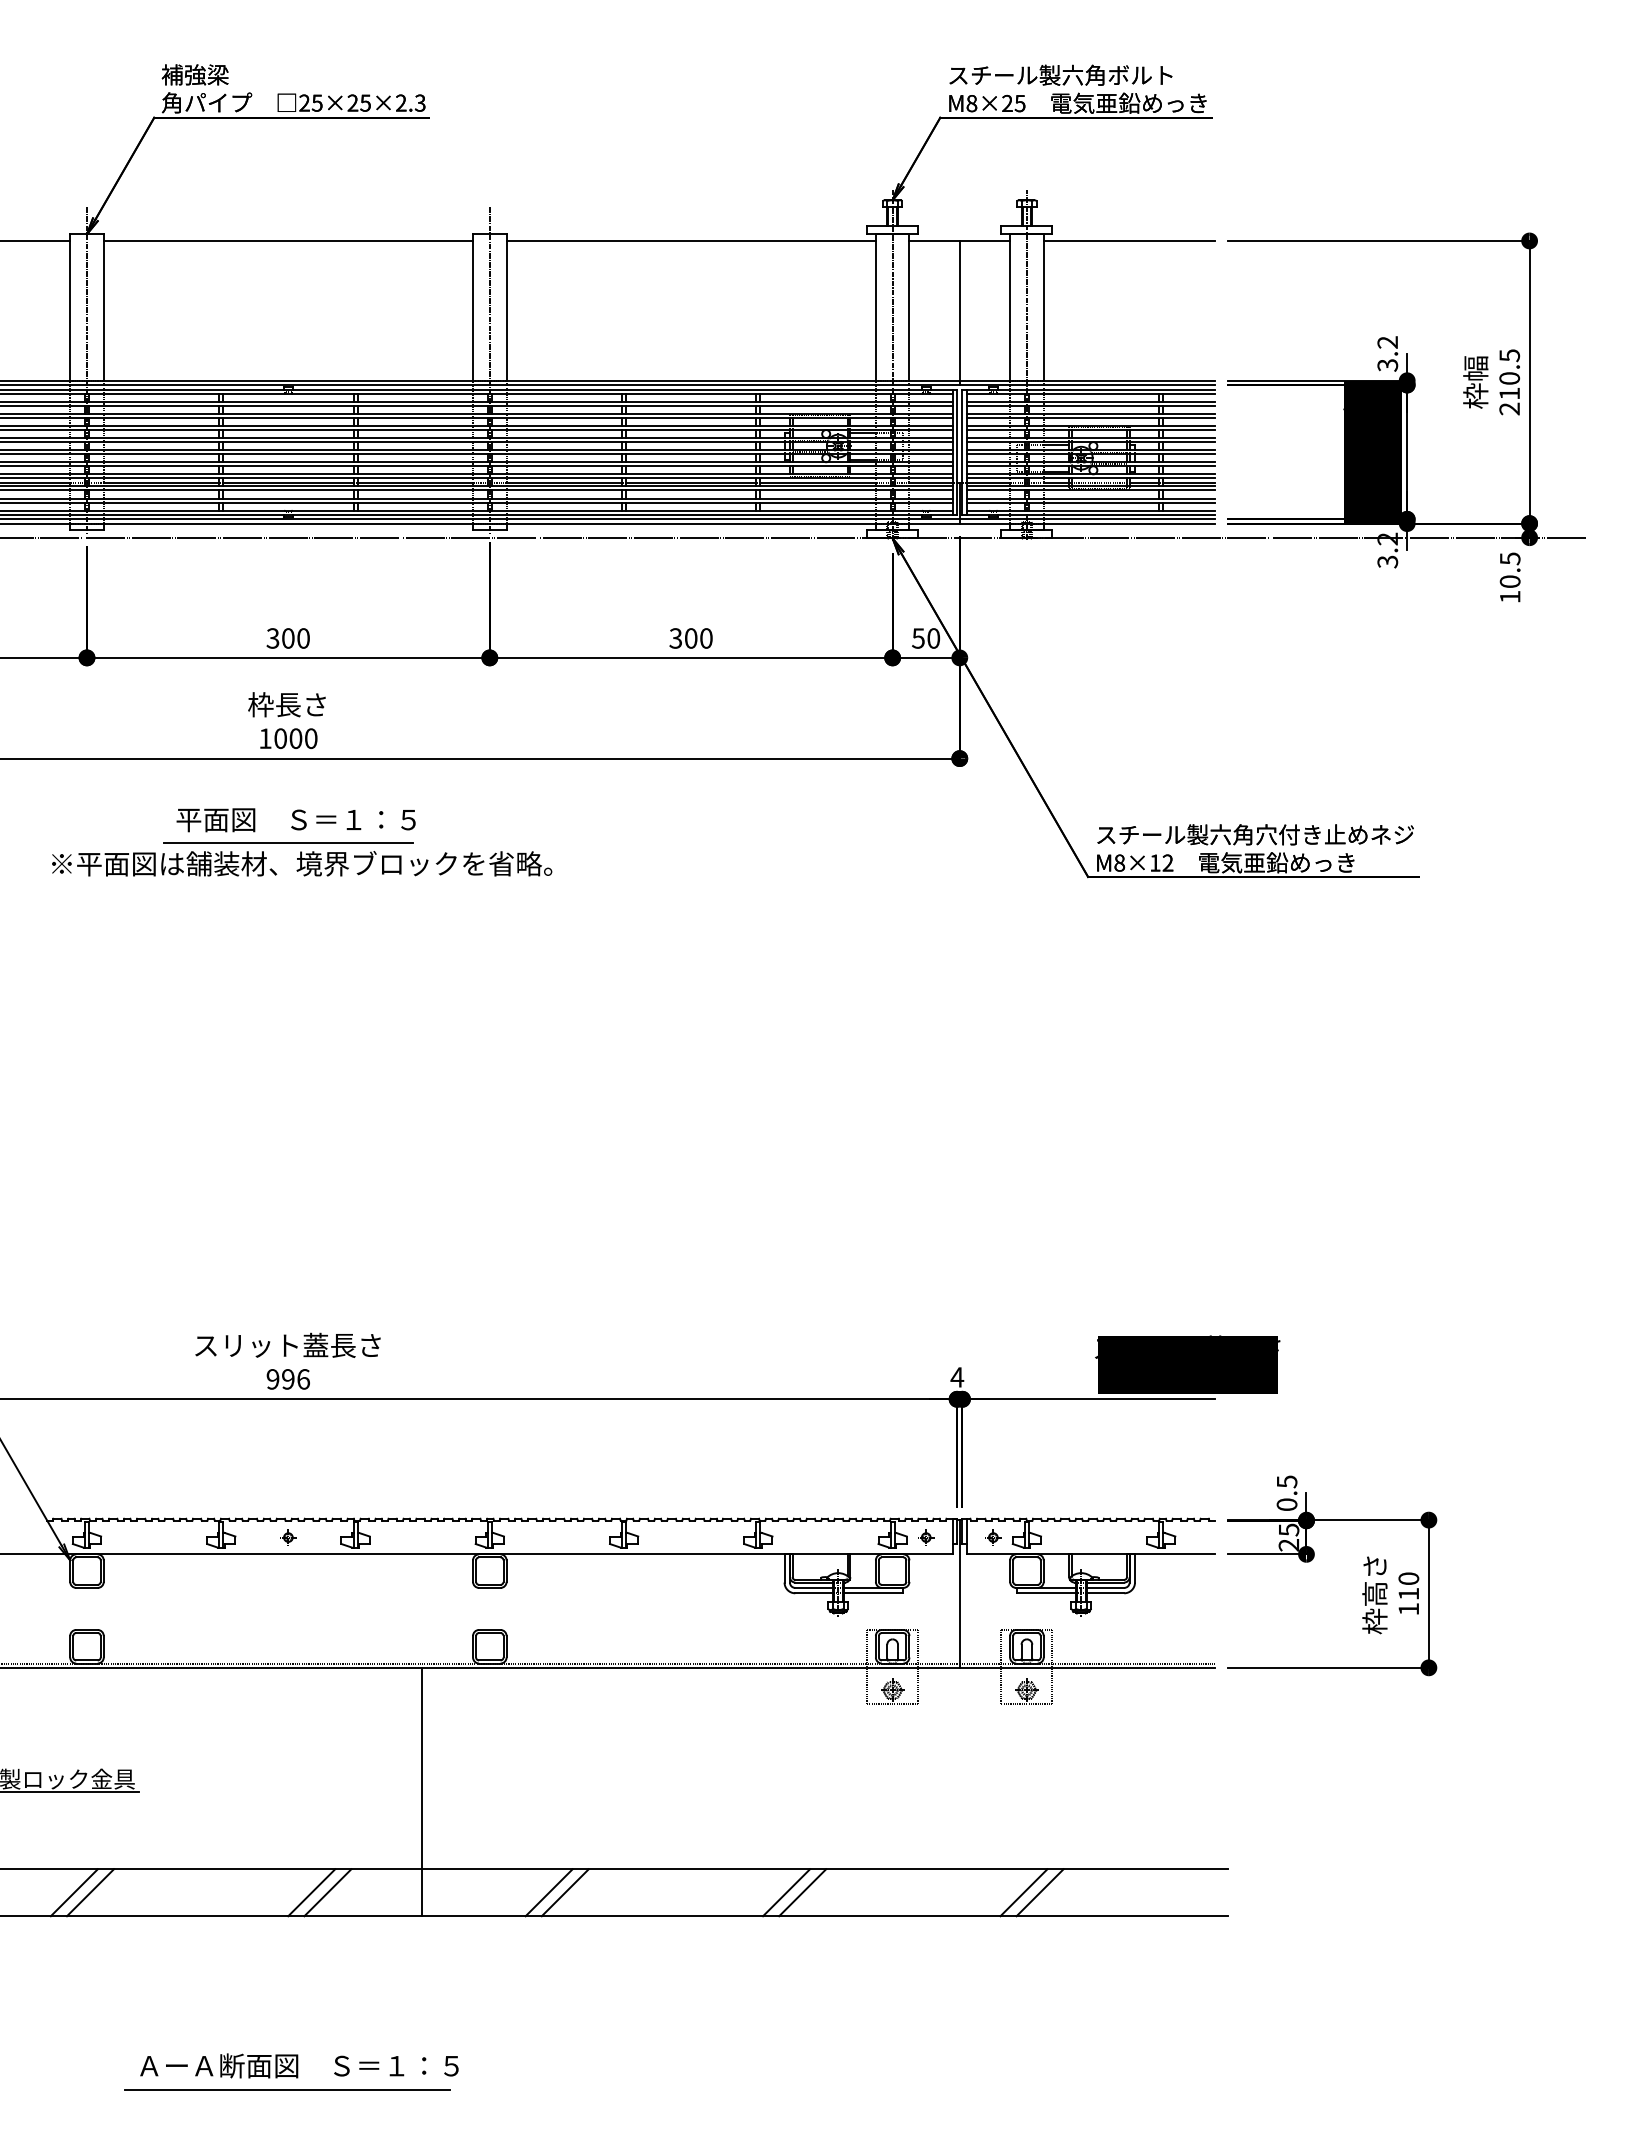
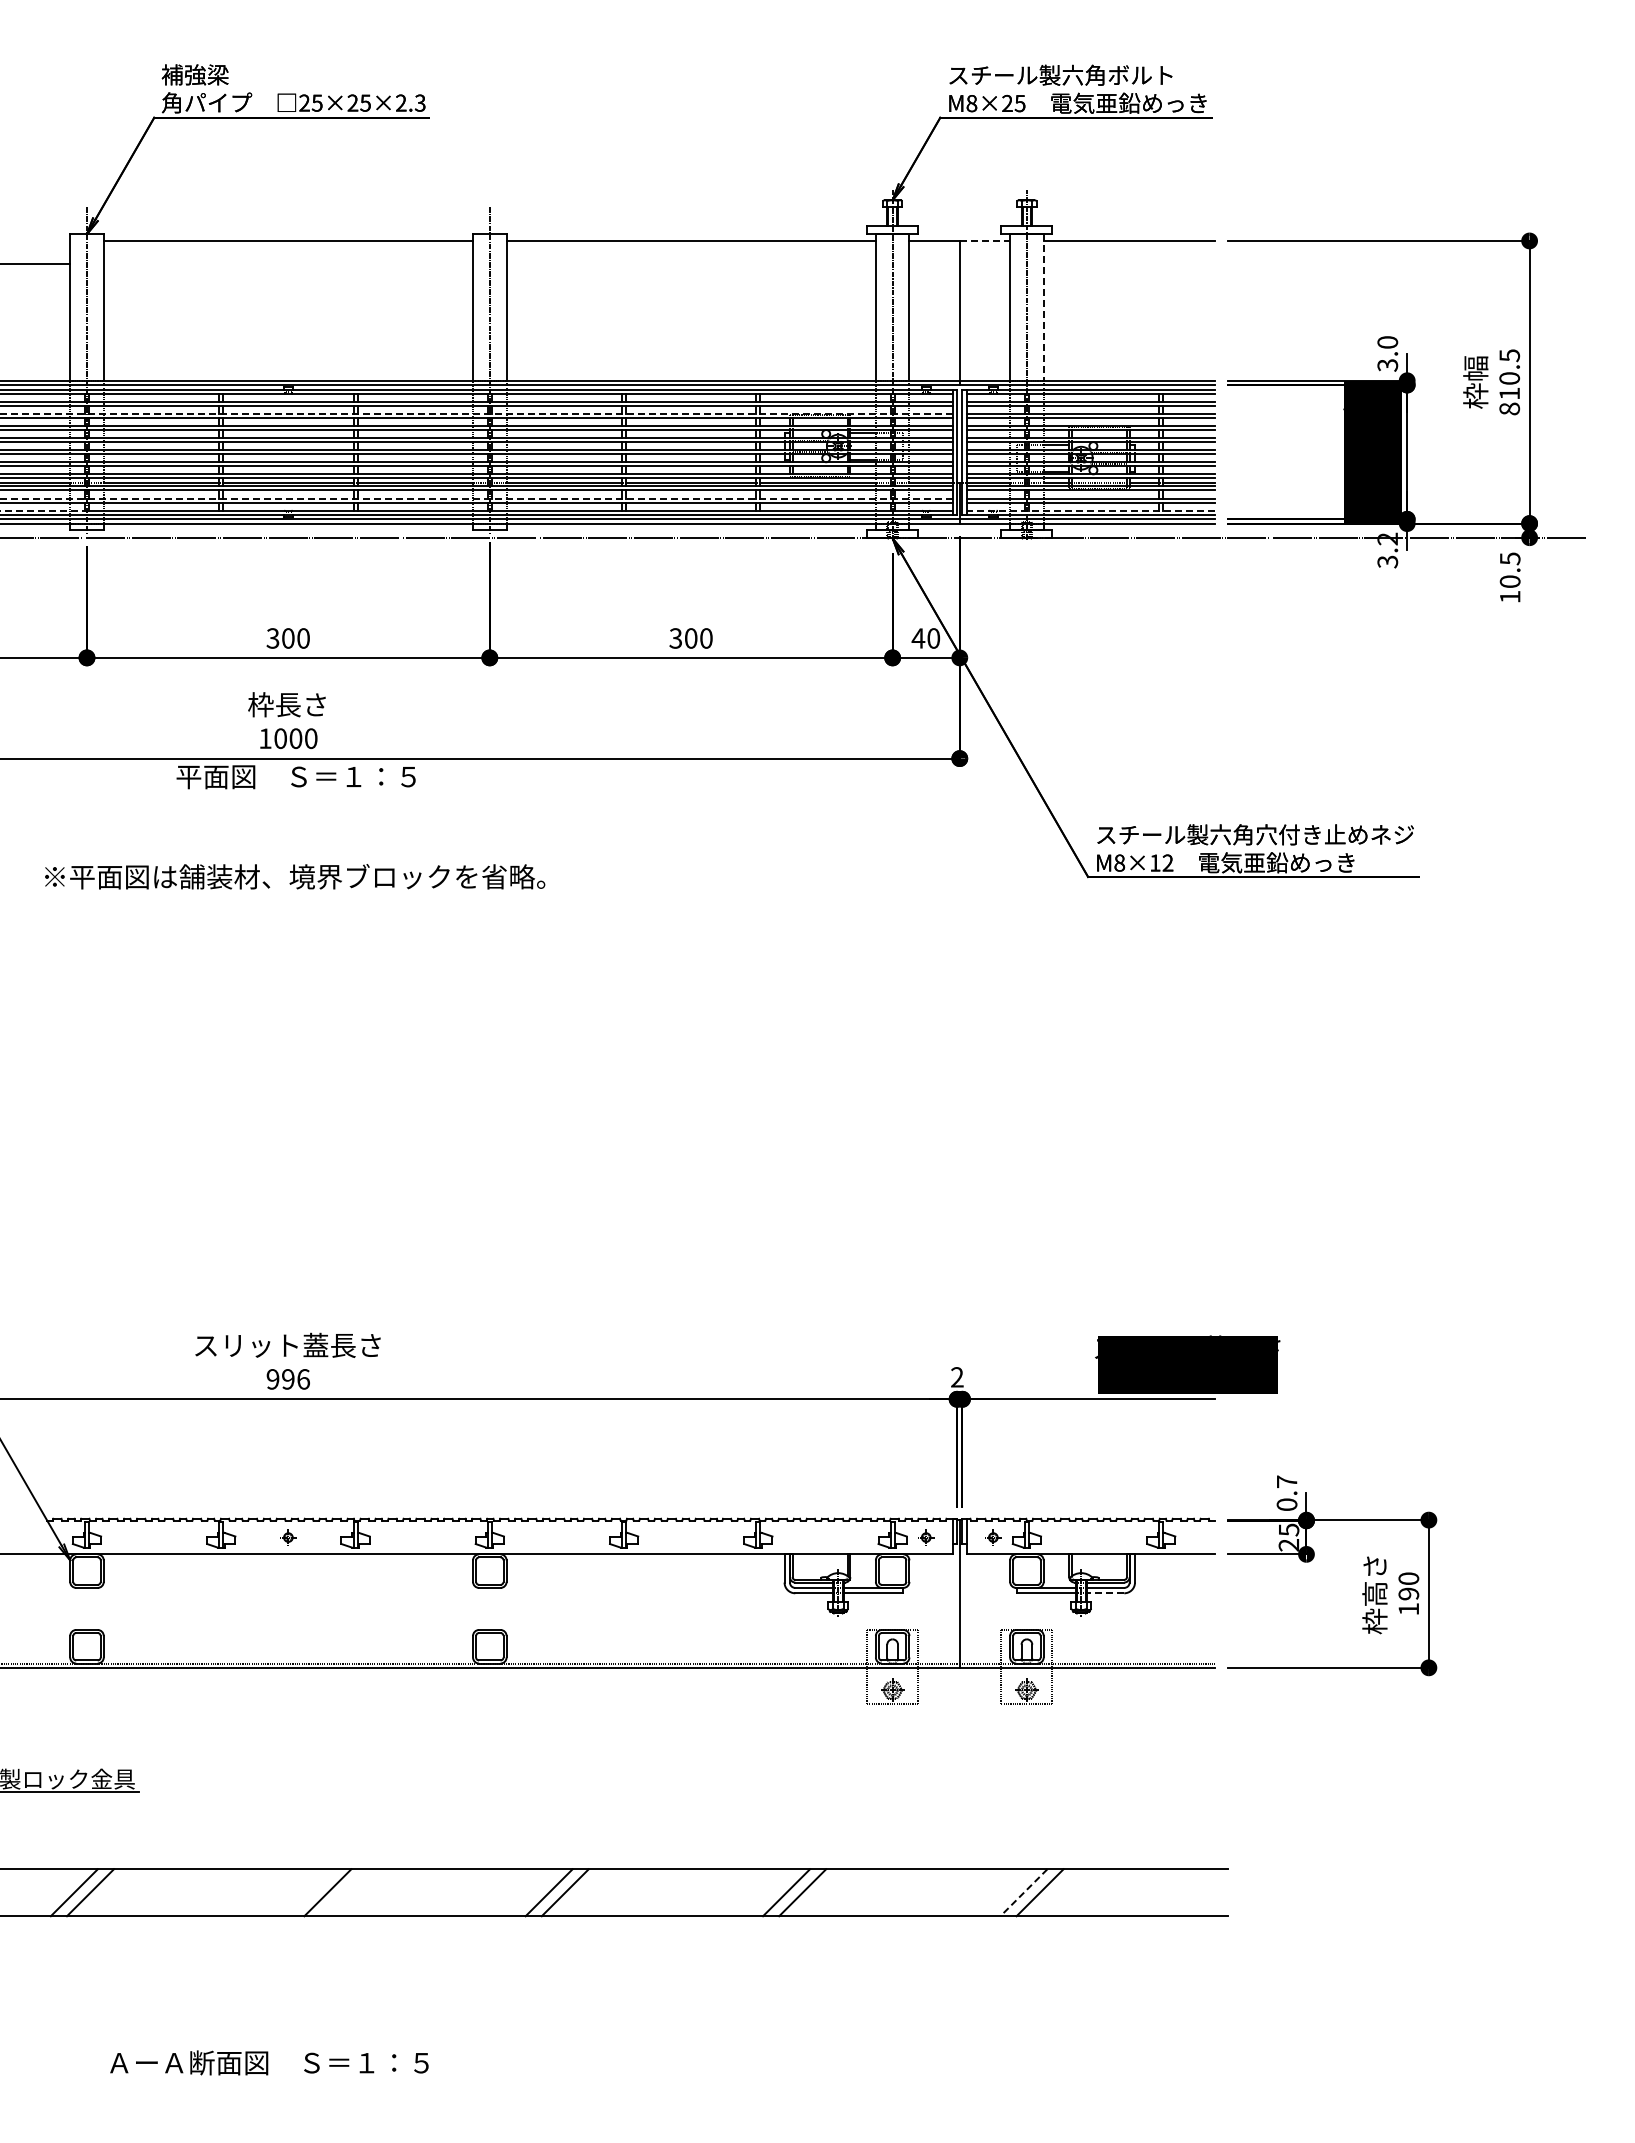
line at (36, 240) position: (36, 240) -> (36, 263)
line at (985, 240): solid -> dashed
line at (1043, 308): solid -> dashed
text at (1387, 342): 3.2 -> 3.0
text at (1509, 408): 210.5 -> 810.5
line at (476, 413): solid -> dashed
line at (476, 498): solid -> dashed
line at (44, 510): solid -> dashed
line at (1090, 510): solid -> dashed
text at (918, 638): 50 -> 40
text at (295, 820) position: (295, 820) -> (295, 777)
line at (288, 843): present -> none
text at (302, 863) position: (302, 863) -> (295, 876)
text at (957, 1377): 4 -> 2
text at (1287, 1481): 0.5 -> 0.7
line at (1105, 1593): solid -> dashed
text at (1408, 1593): 110 -> 190
line at (422, 1791): present -> none
line at (311, 1892): present -> none
line at (1023, 1893): solid -> dashed
text at (299, 2065) position: (299, 2065) -> (269, 2062)
line at (287, 2089): present -> none
